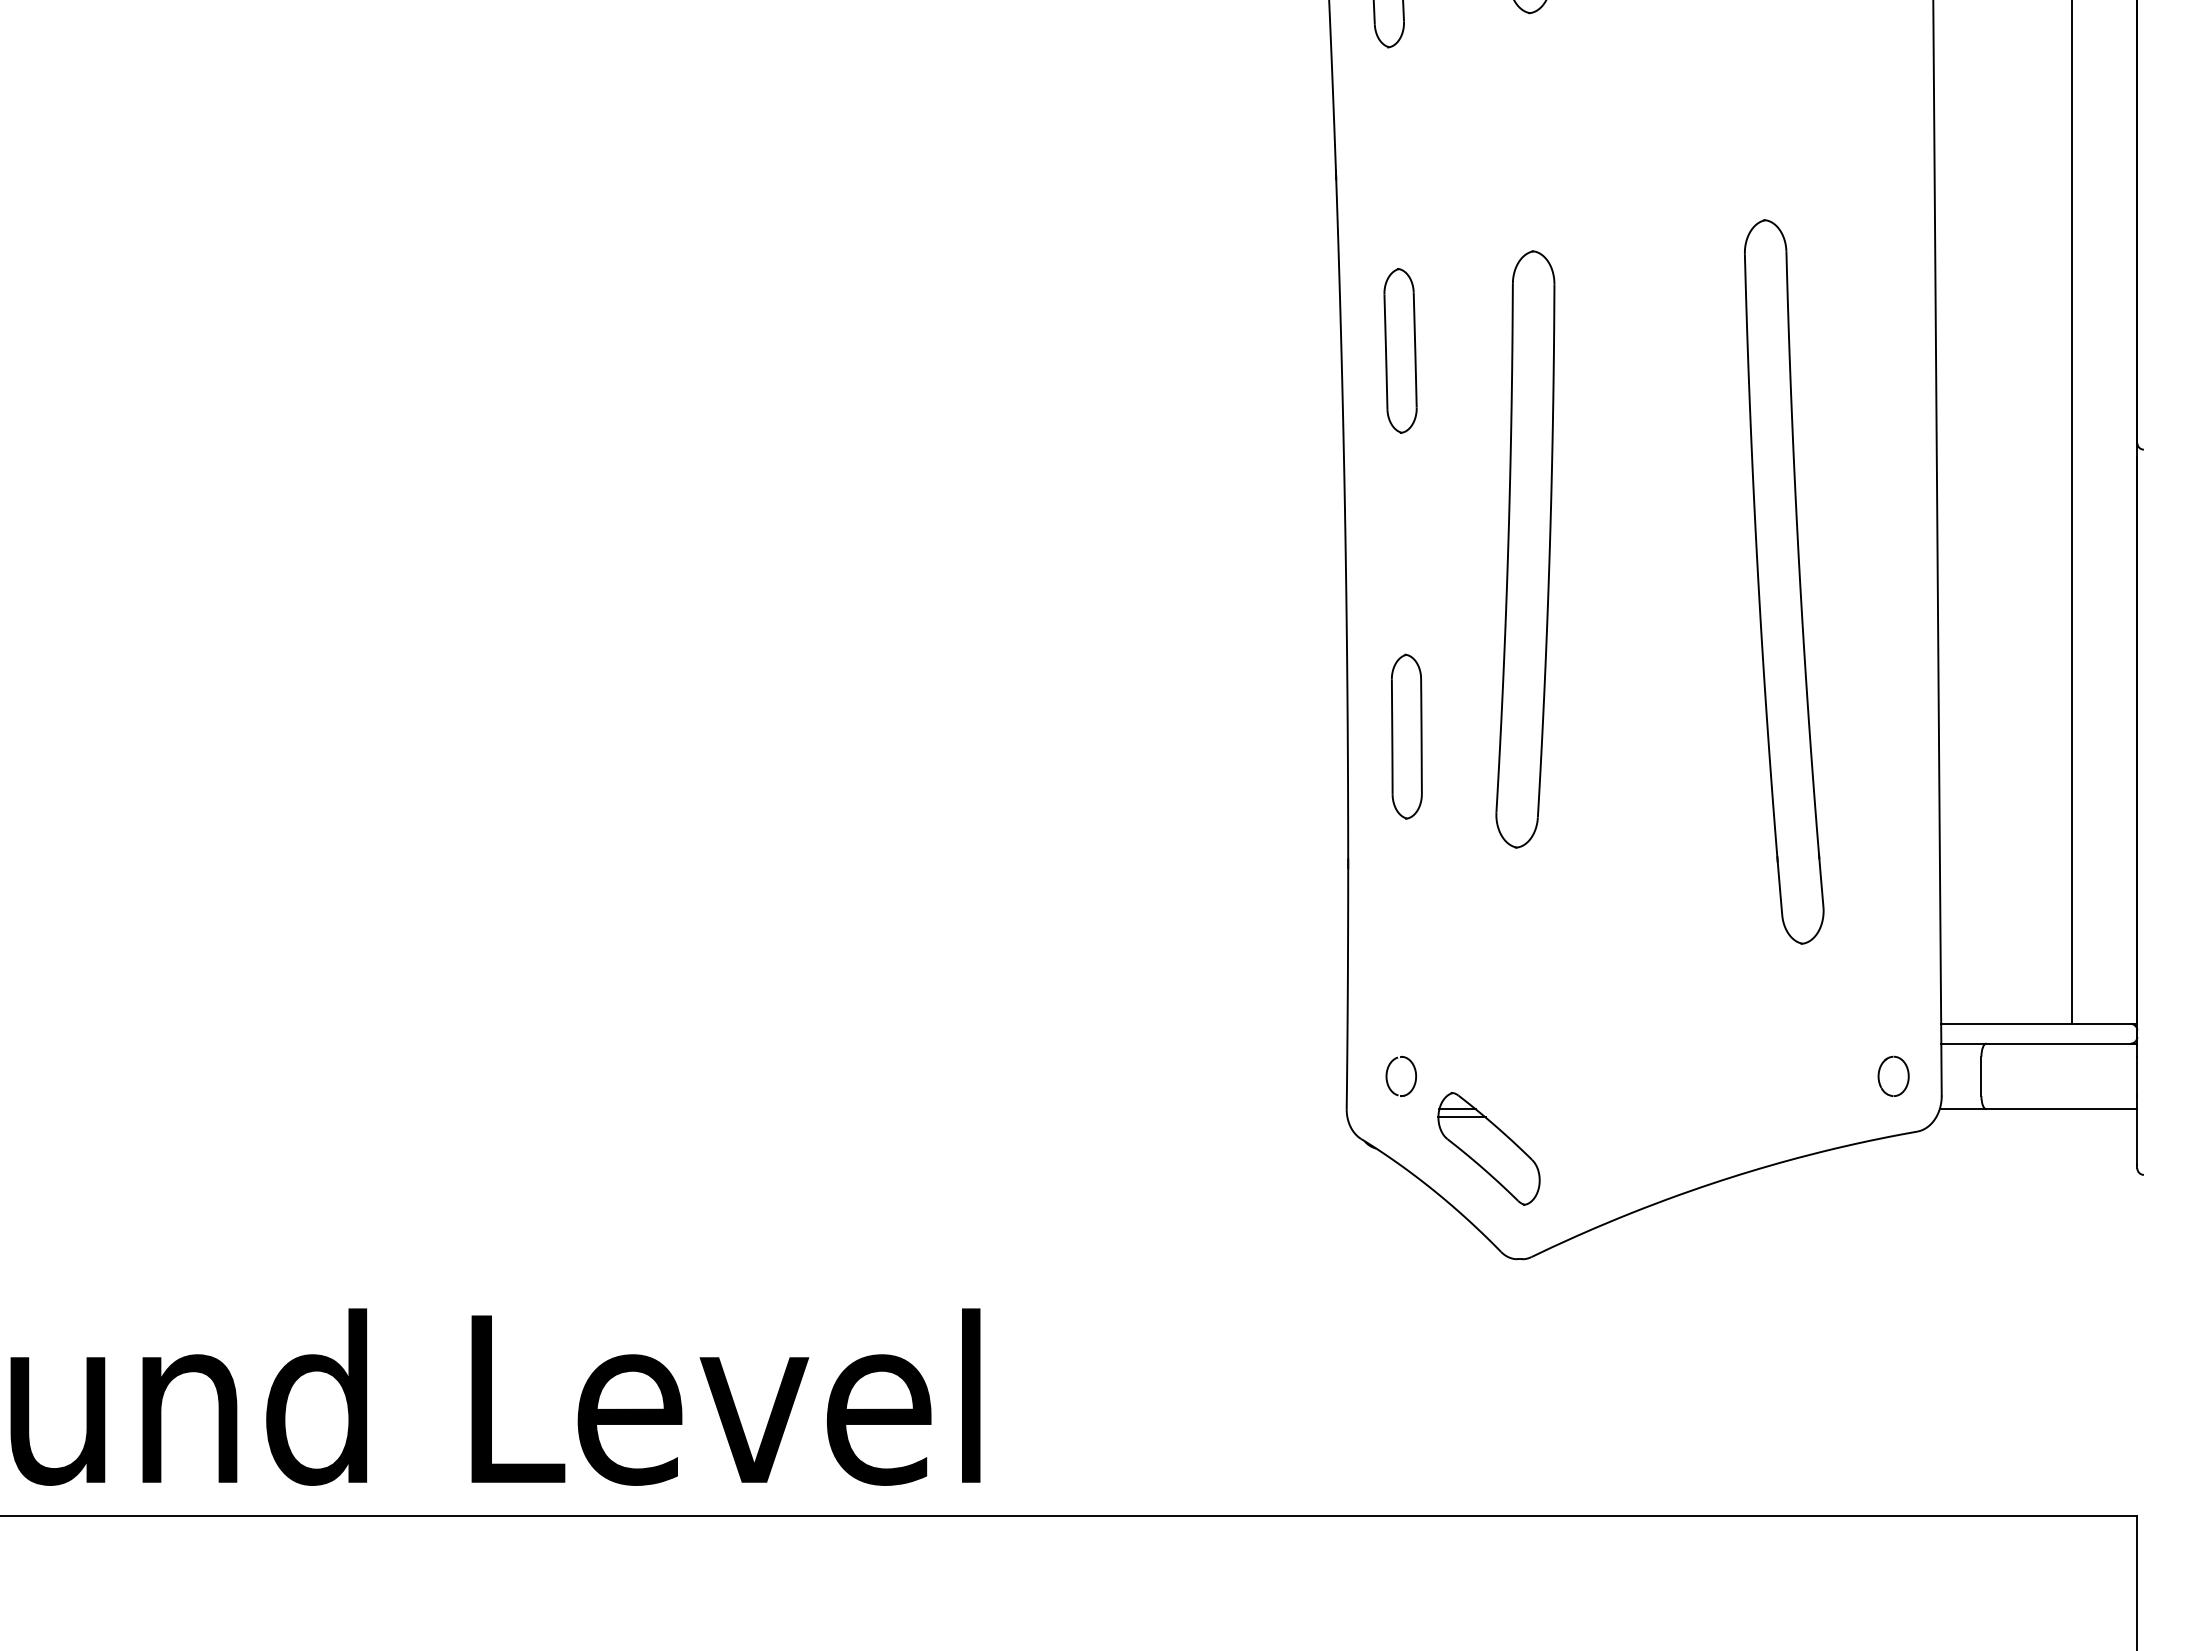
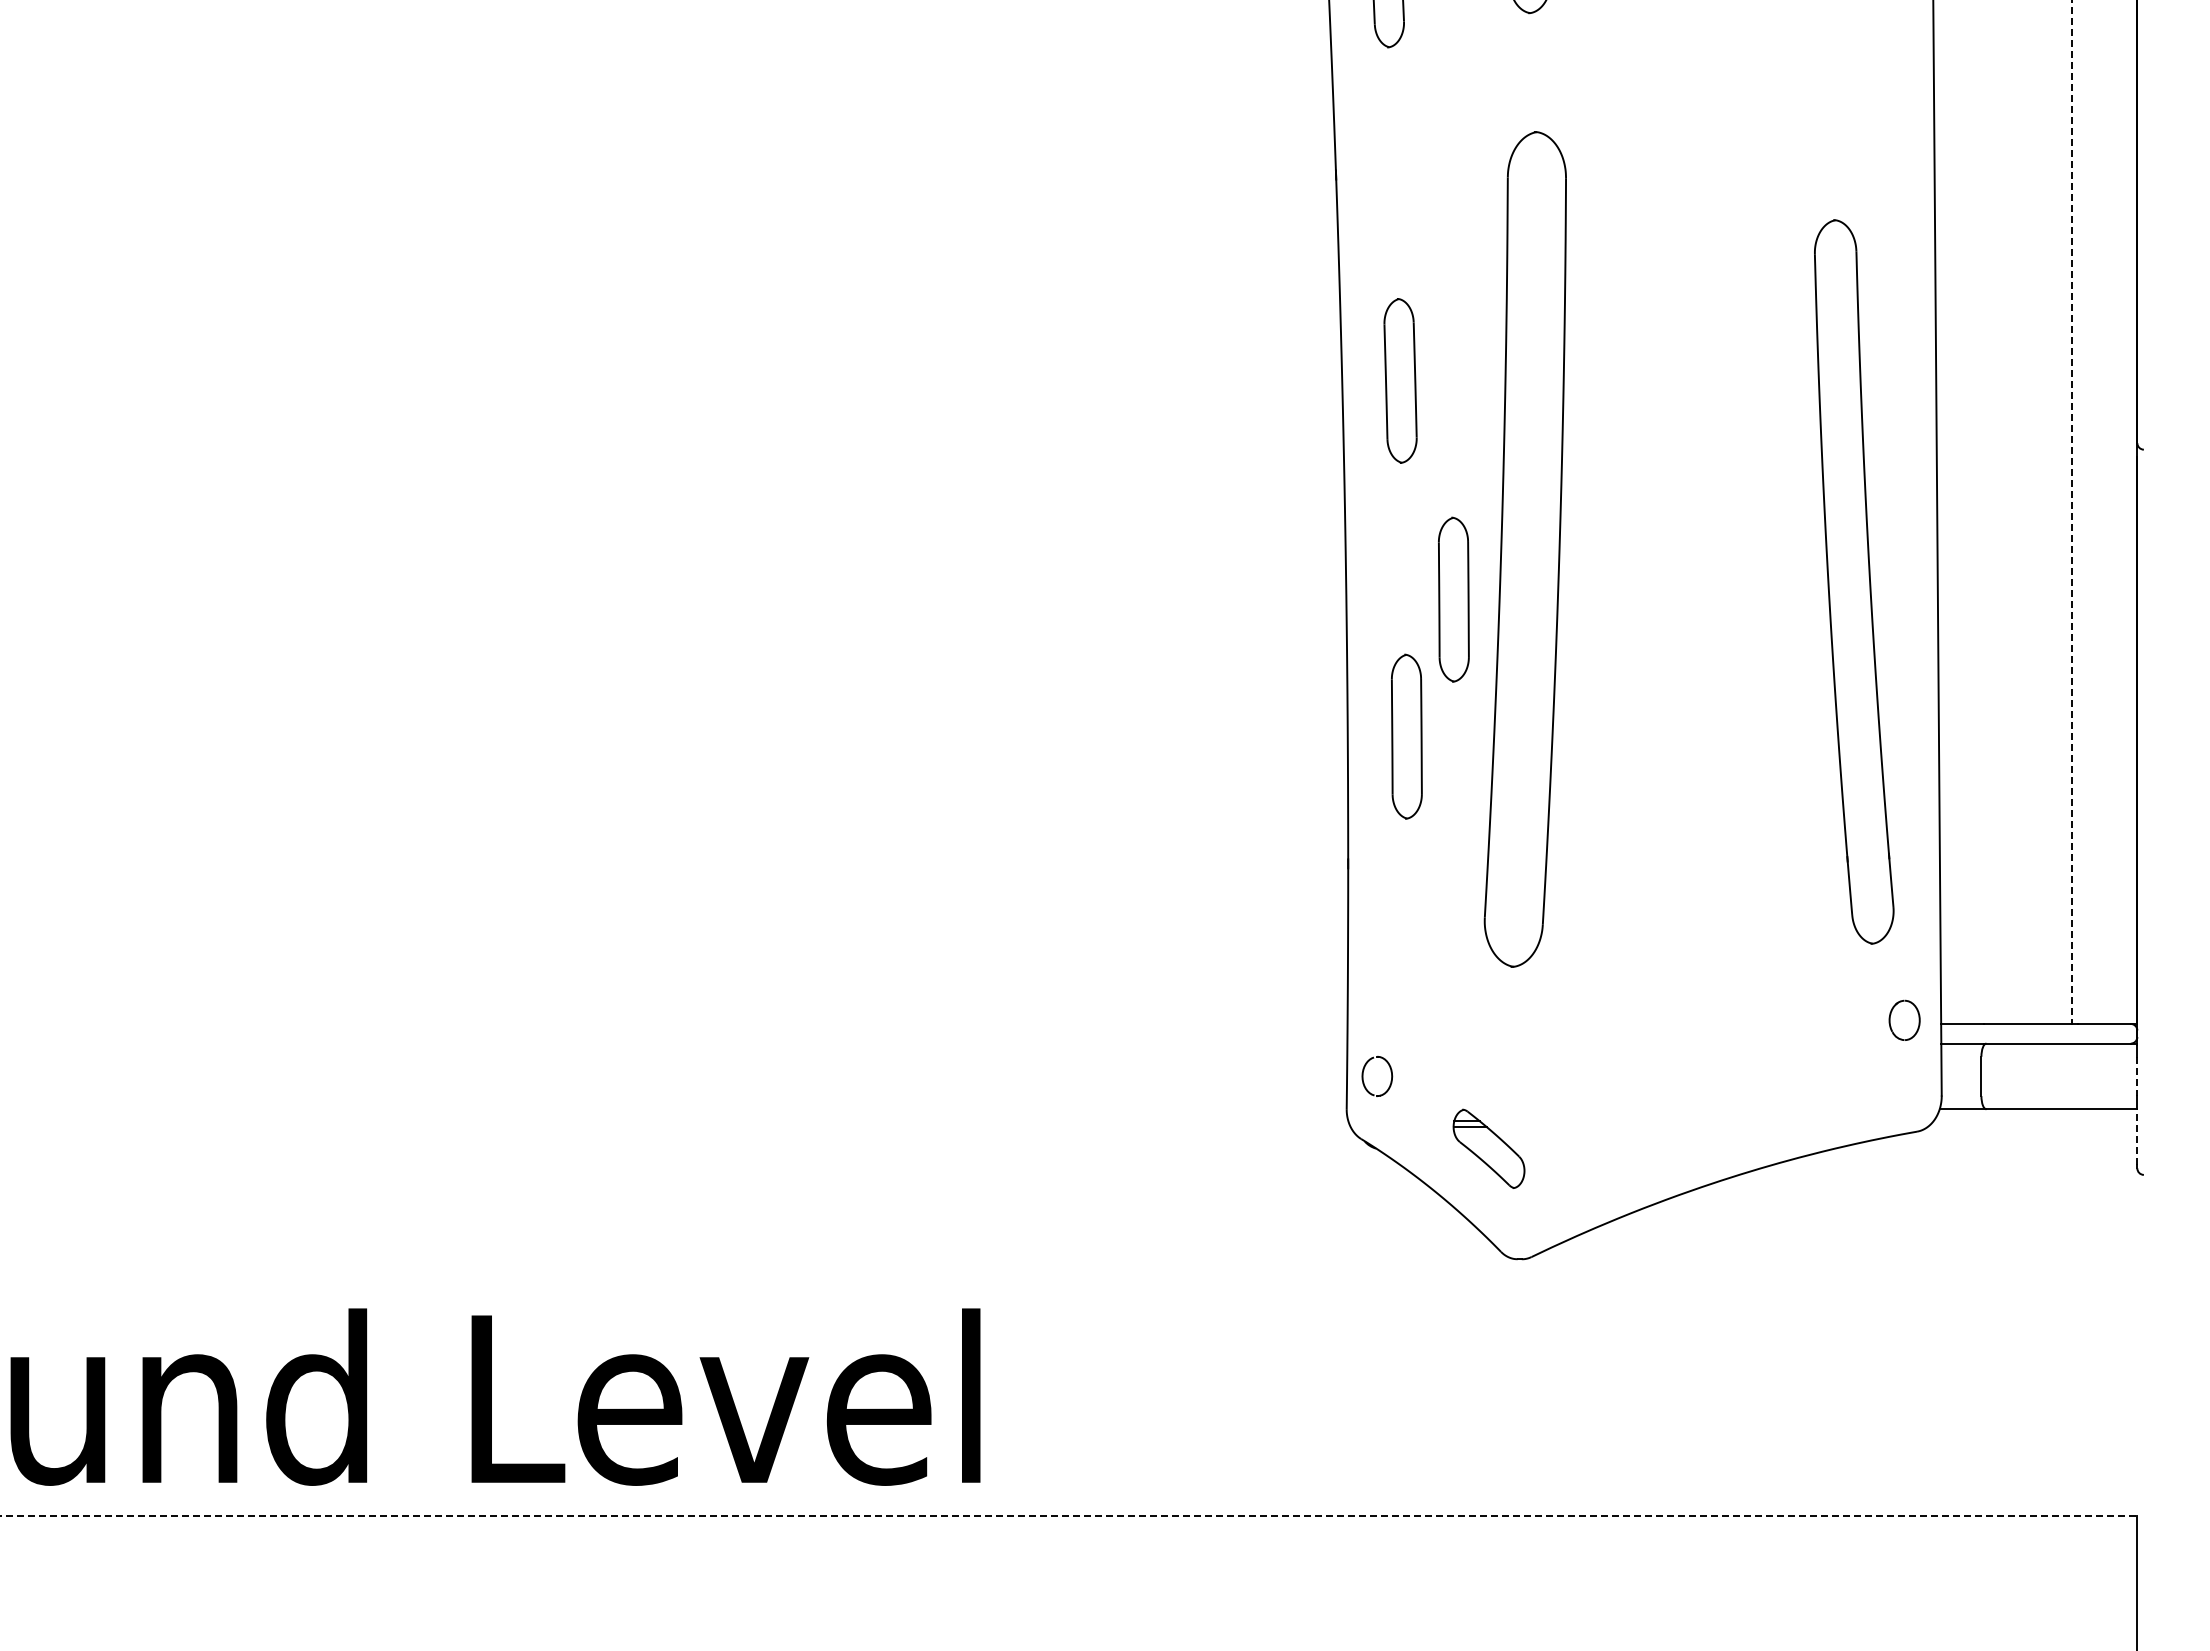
part at (1400, 350) position: (1400, 350) -> (1400, 380)
line at (2071, 512): solid -> dashed
part at (1525, 549) size: 61x599 px -> 84x837 px
part at (1784, 581) position: (1784, 581) -> (1854, 581)
part at (1453, 599): none -> present
part at (1893, 1075) position: (1893, 1075) -> (1904, 1019)
line at (2137, 1076): solid -> dashed
part at (1414, 1080) position: (1414, 1080) -> (1390, 1080)
line at (2137, 1136): solid -> dashed
part at (1488, 1148) size: 104x114 px -> 74x81 px
line at (1069, 1516): solid -> dashed
